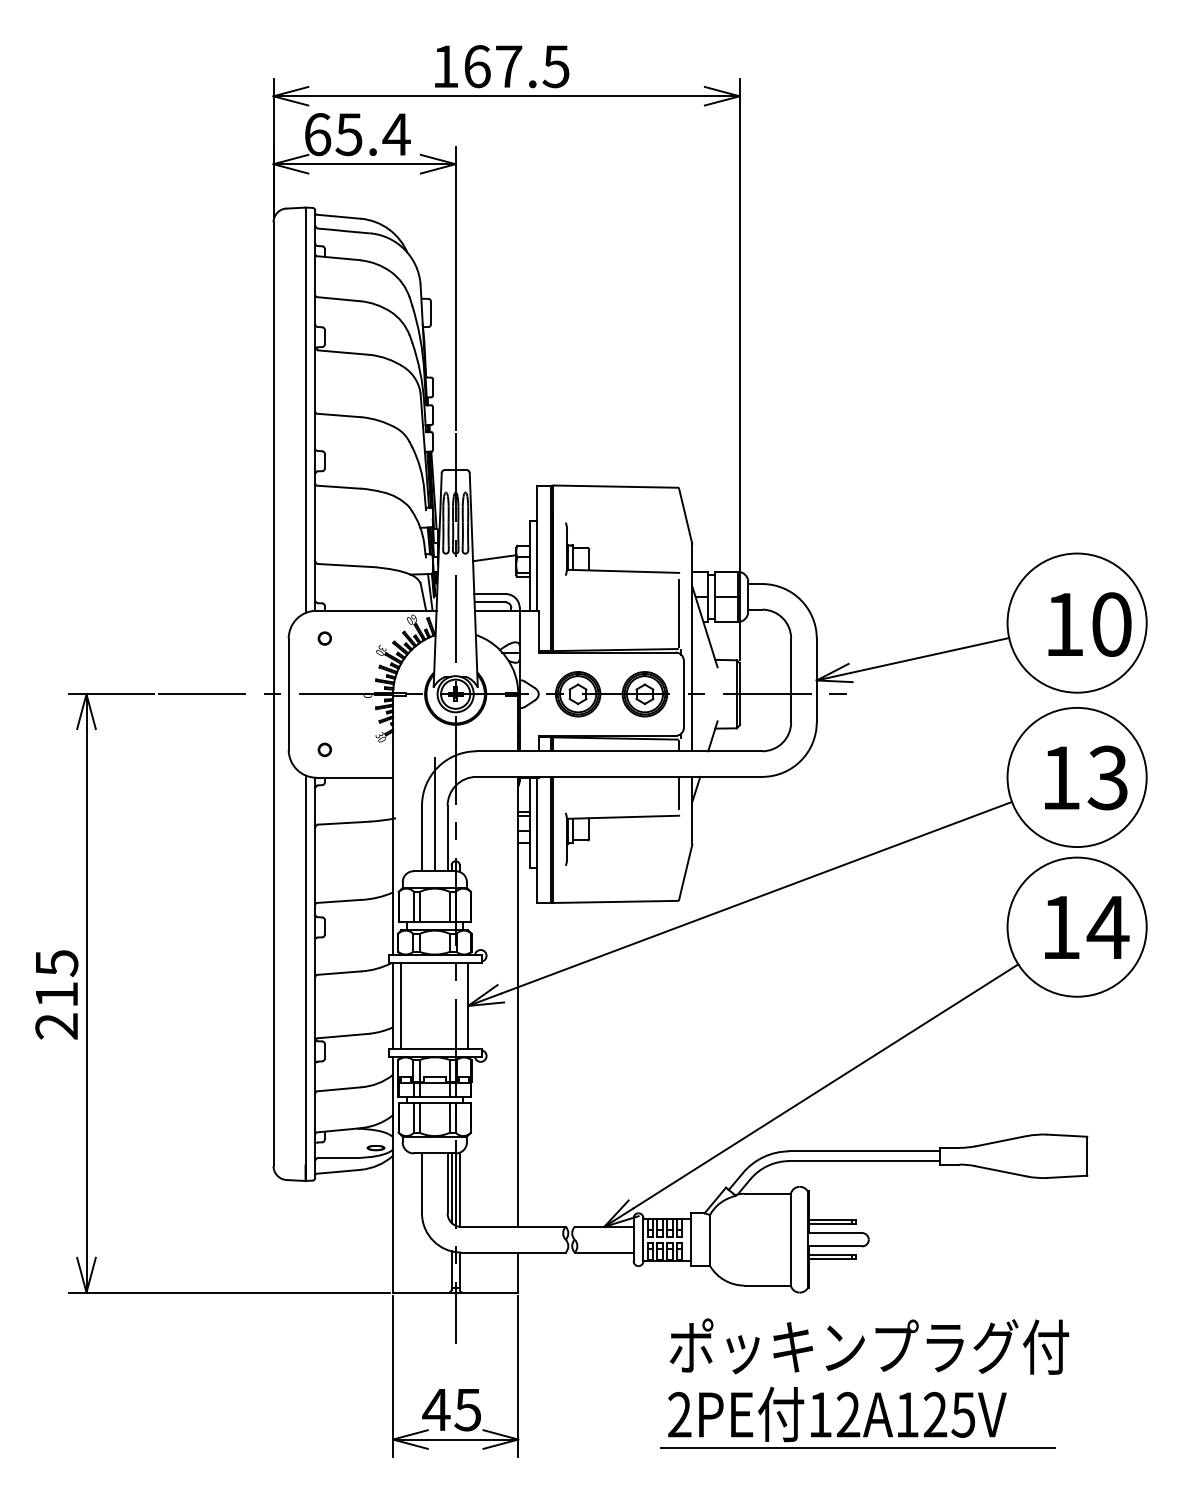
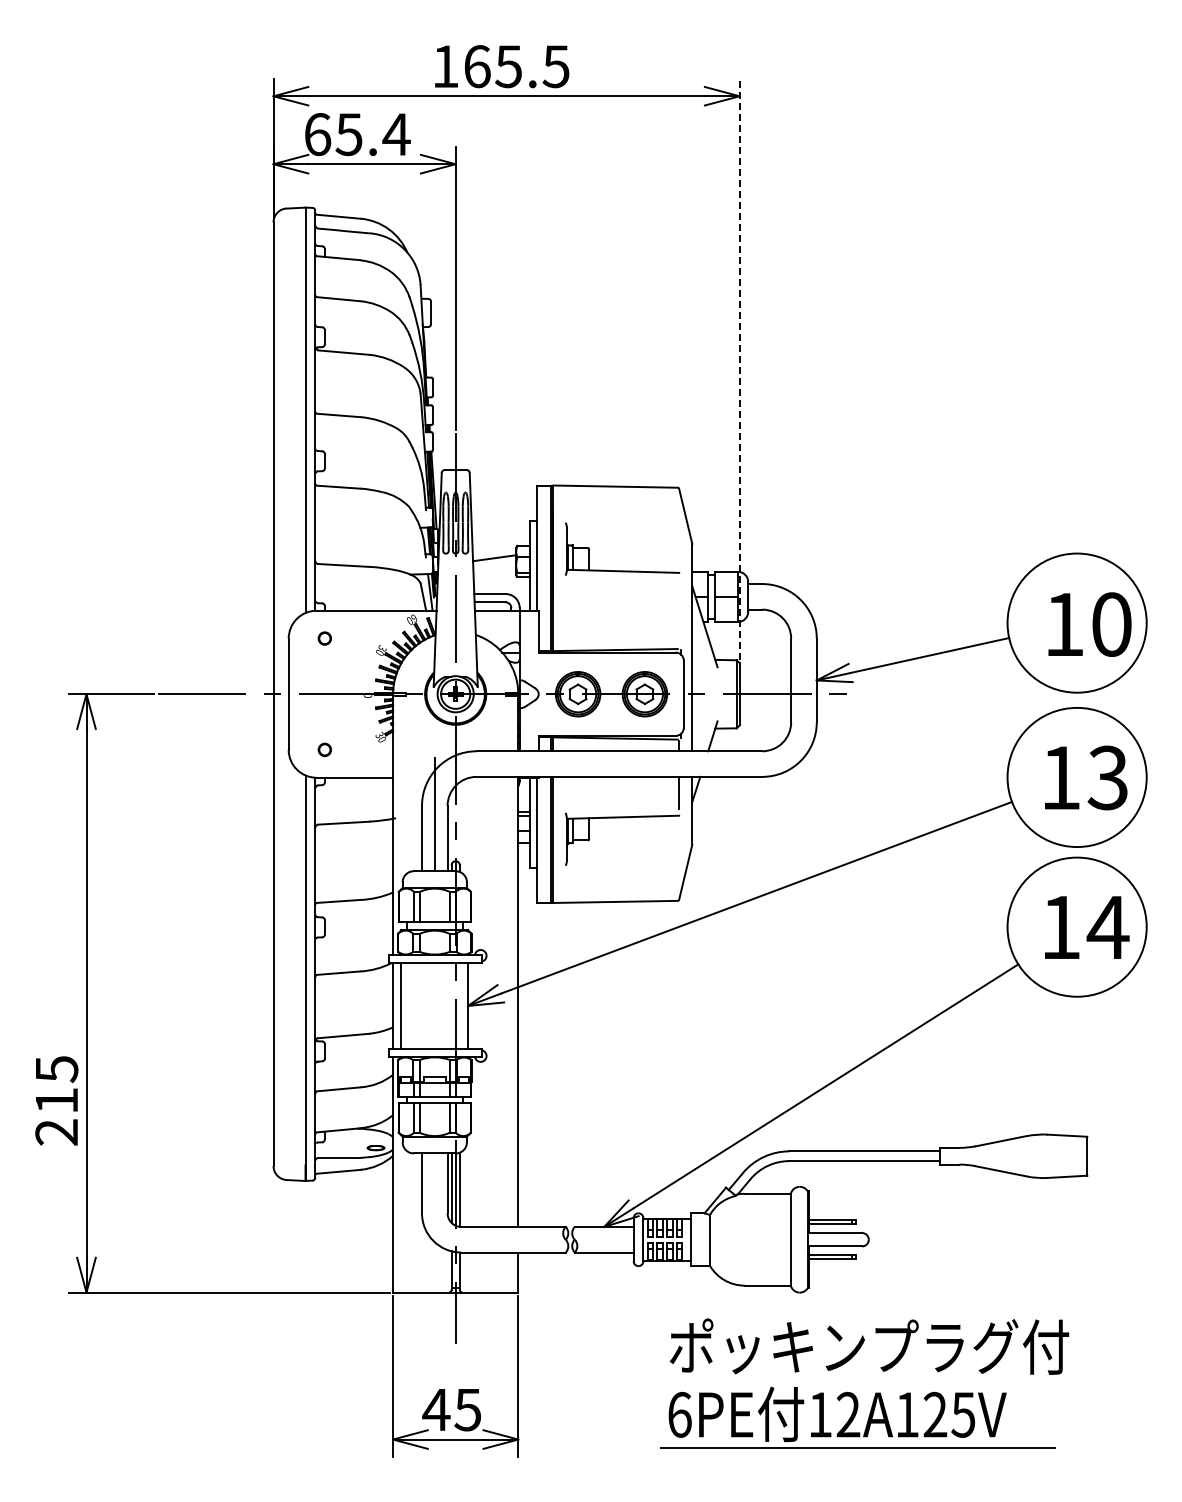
text at (508, 66): 167.5 -> 165.5
line at (739, 368): solid -> dashed
line at (679, 613): present -> none
text at (56, 994) position: (56, 994) -> (56, 1100)
text at (679, 1414): 2PE -> 6PE
